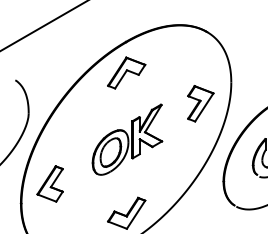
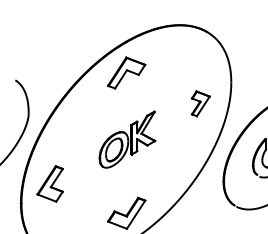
line at (43, 26): present -> none
part at (200, 103) size: 28x38 px -> 21x28 px
part at (127, 139) size: 73x73 px -> 59x59 px
